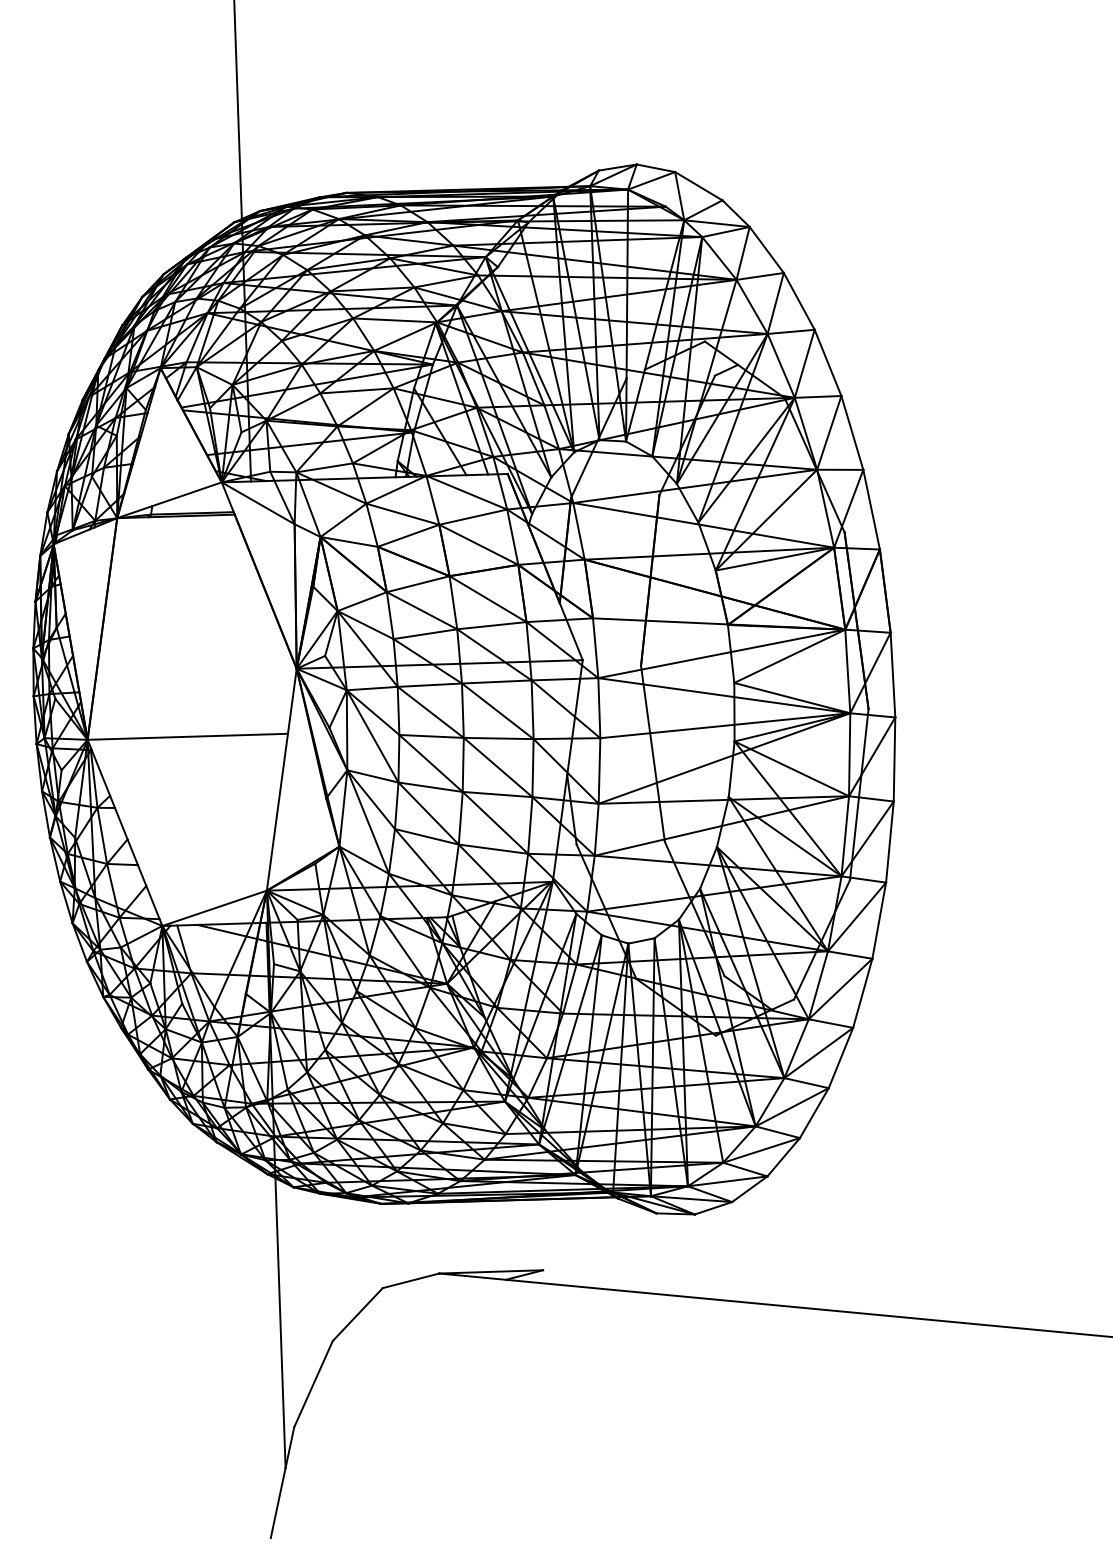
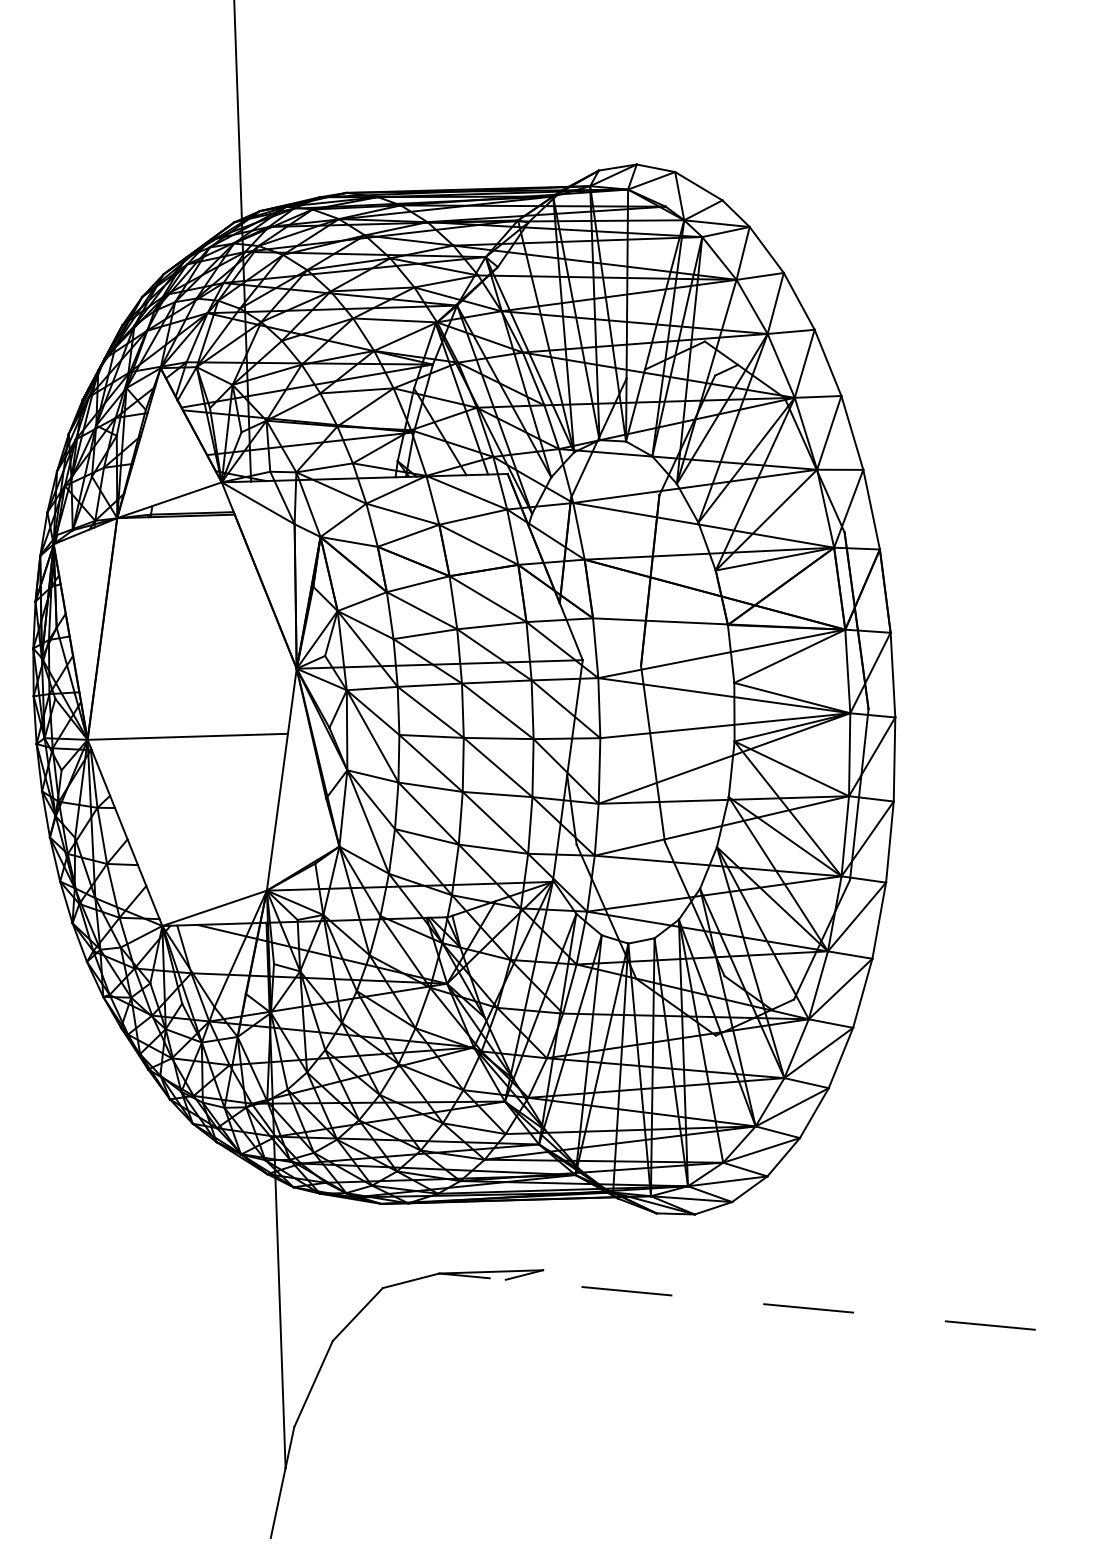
line at (775, 1305): solid -> dashed
